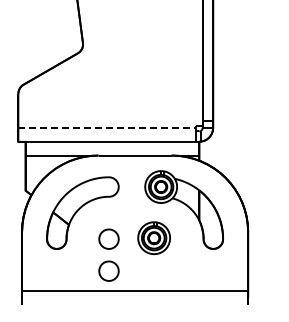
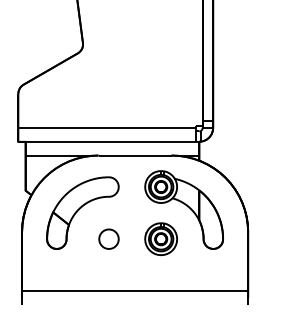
line at (107, 127): dashed -> solid
part at (153, 238) position: (153, 238) -> (160, 239)
part at (108, 270): present -> none
